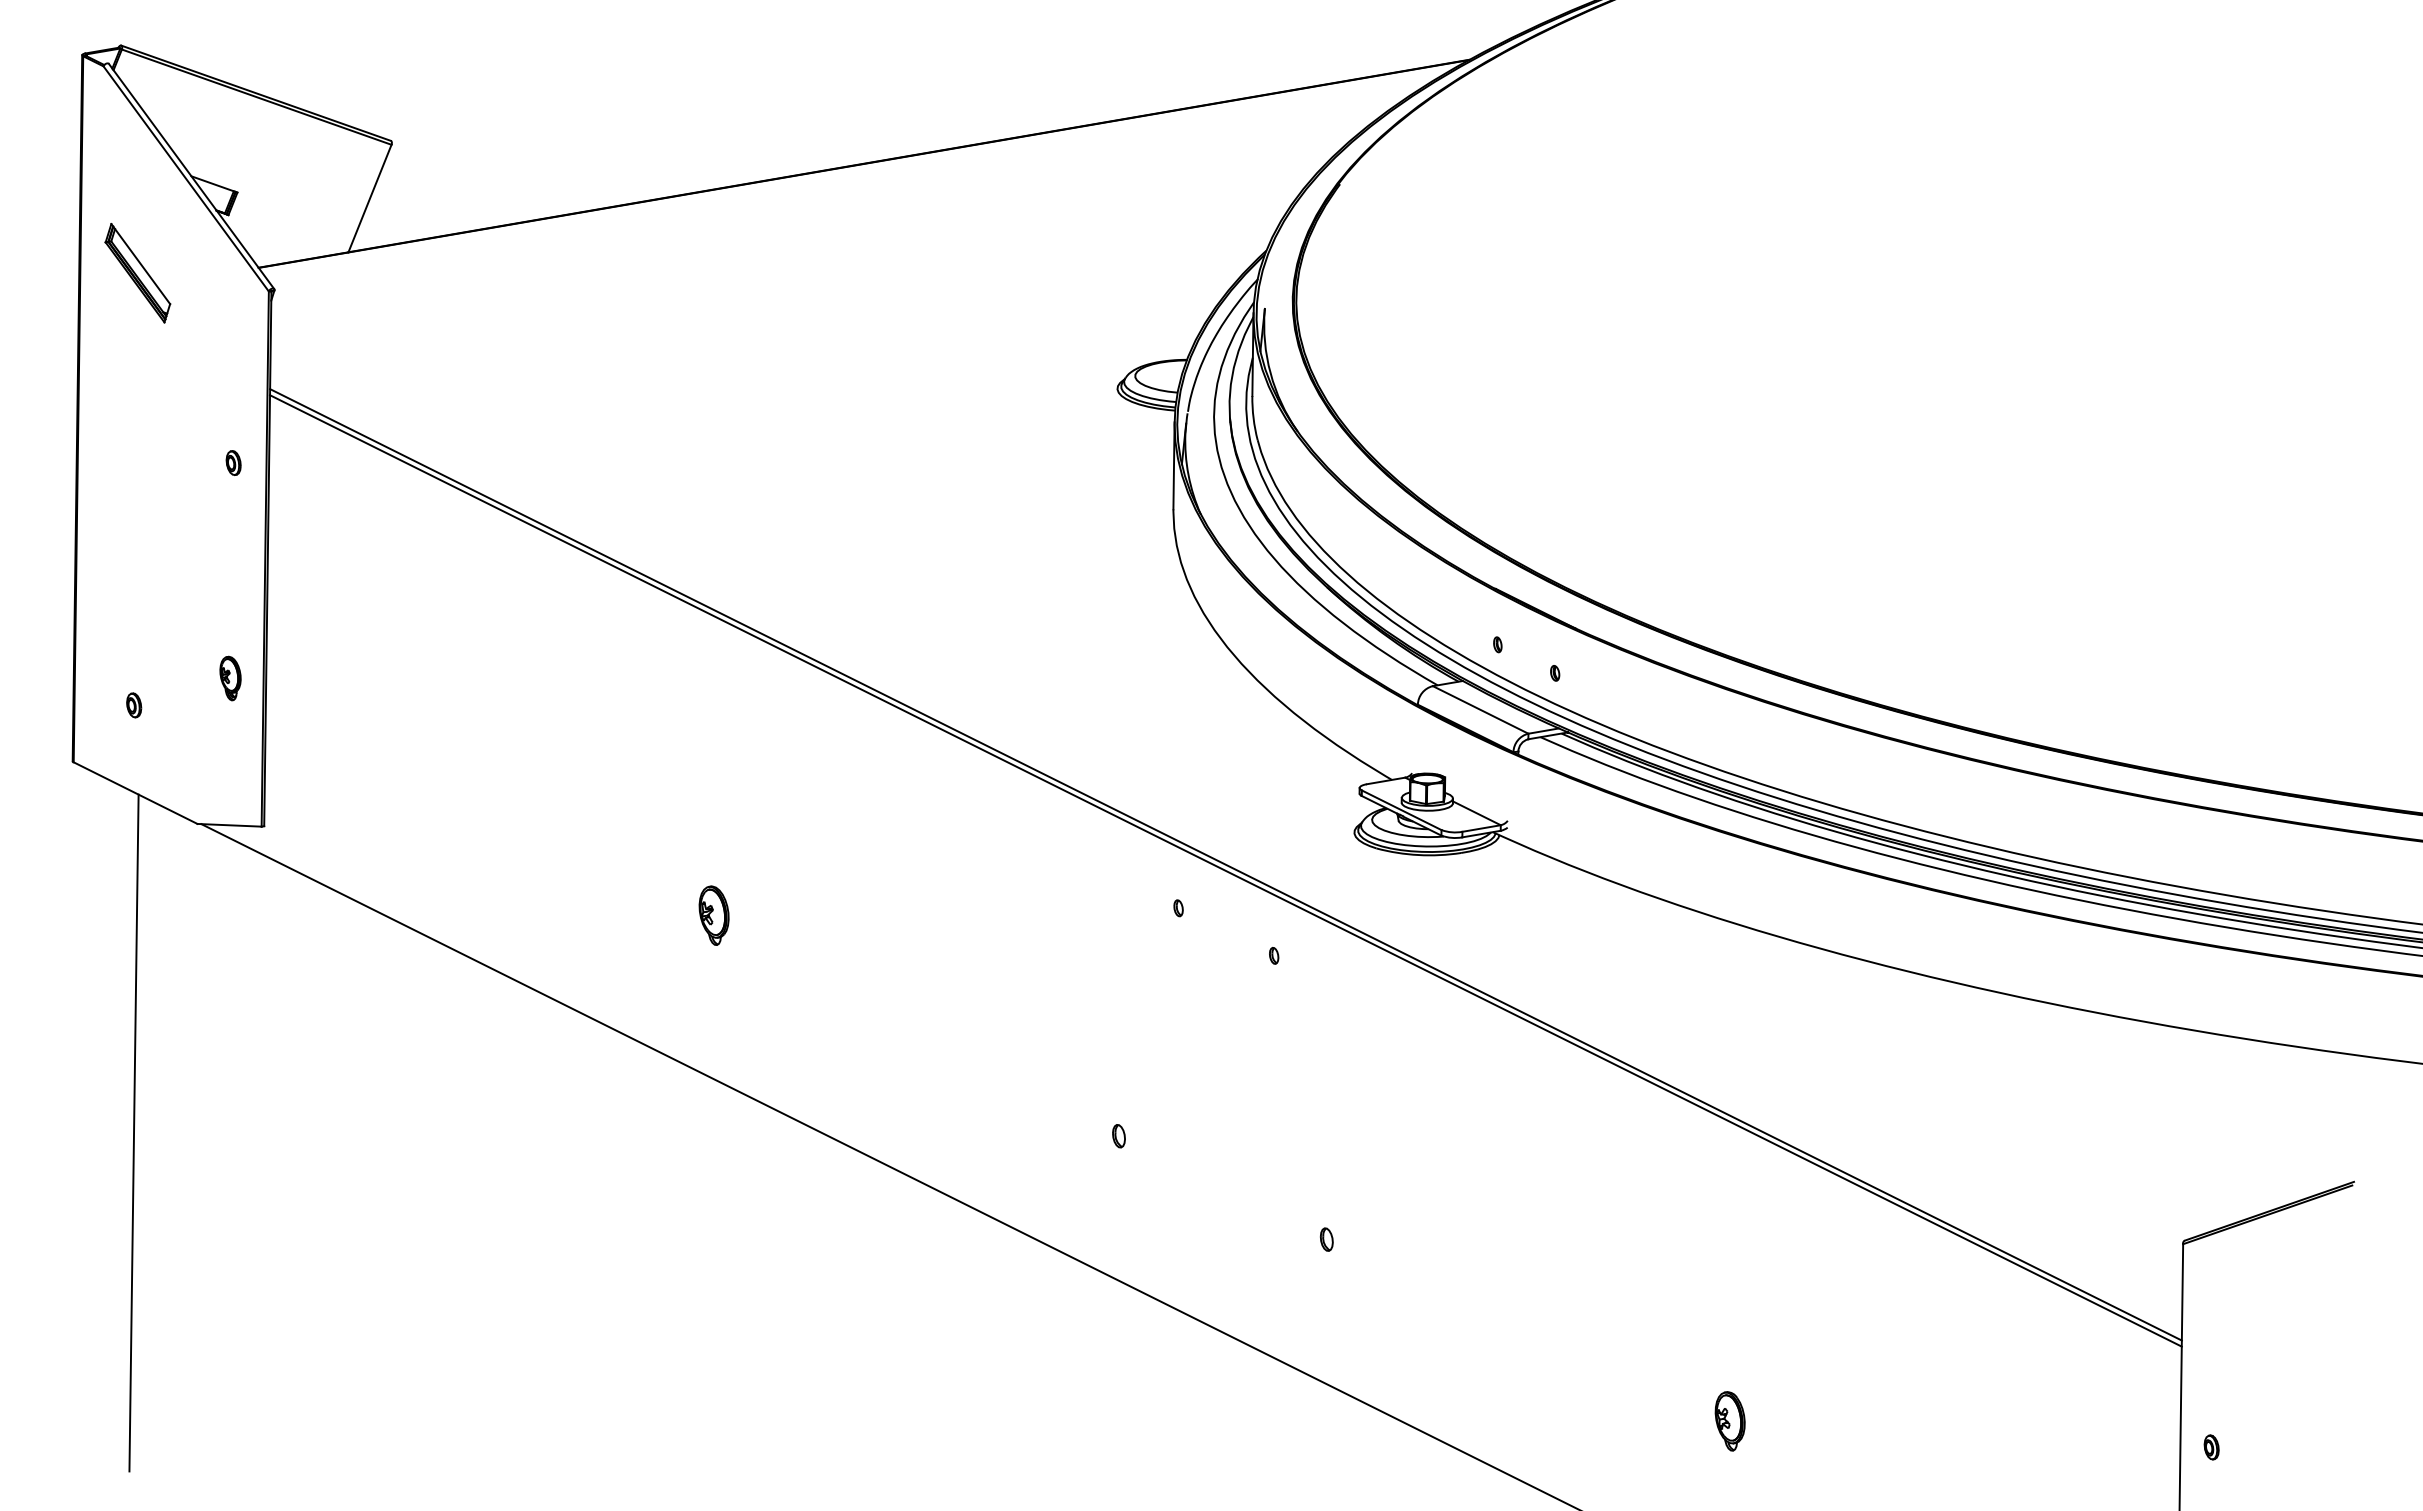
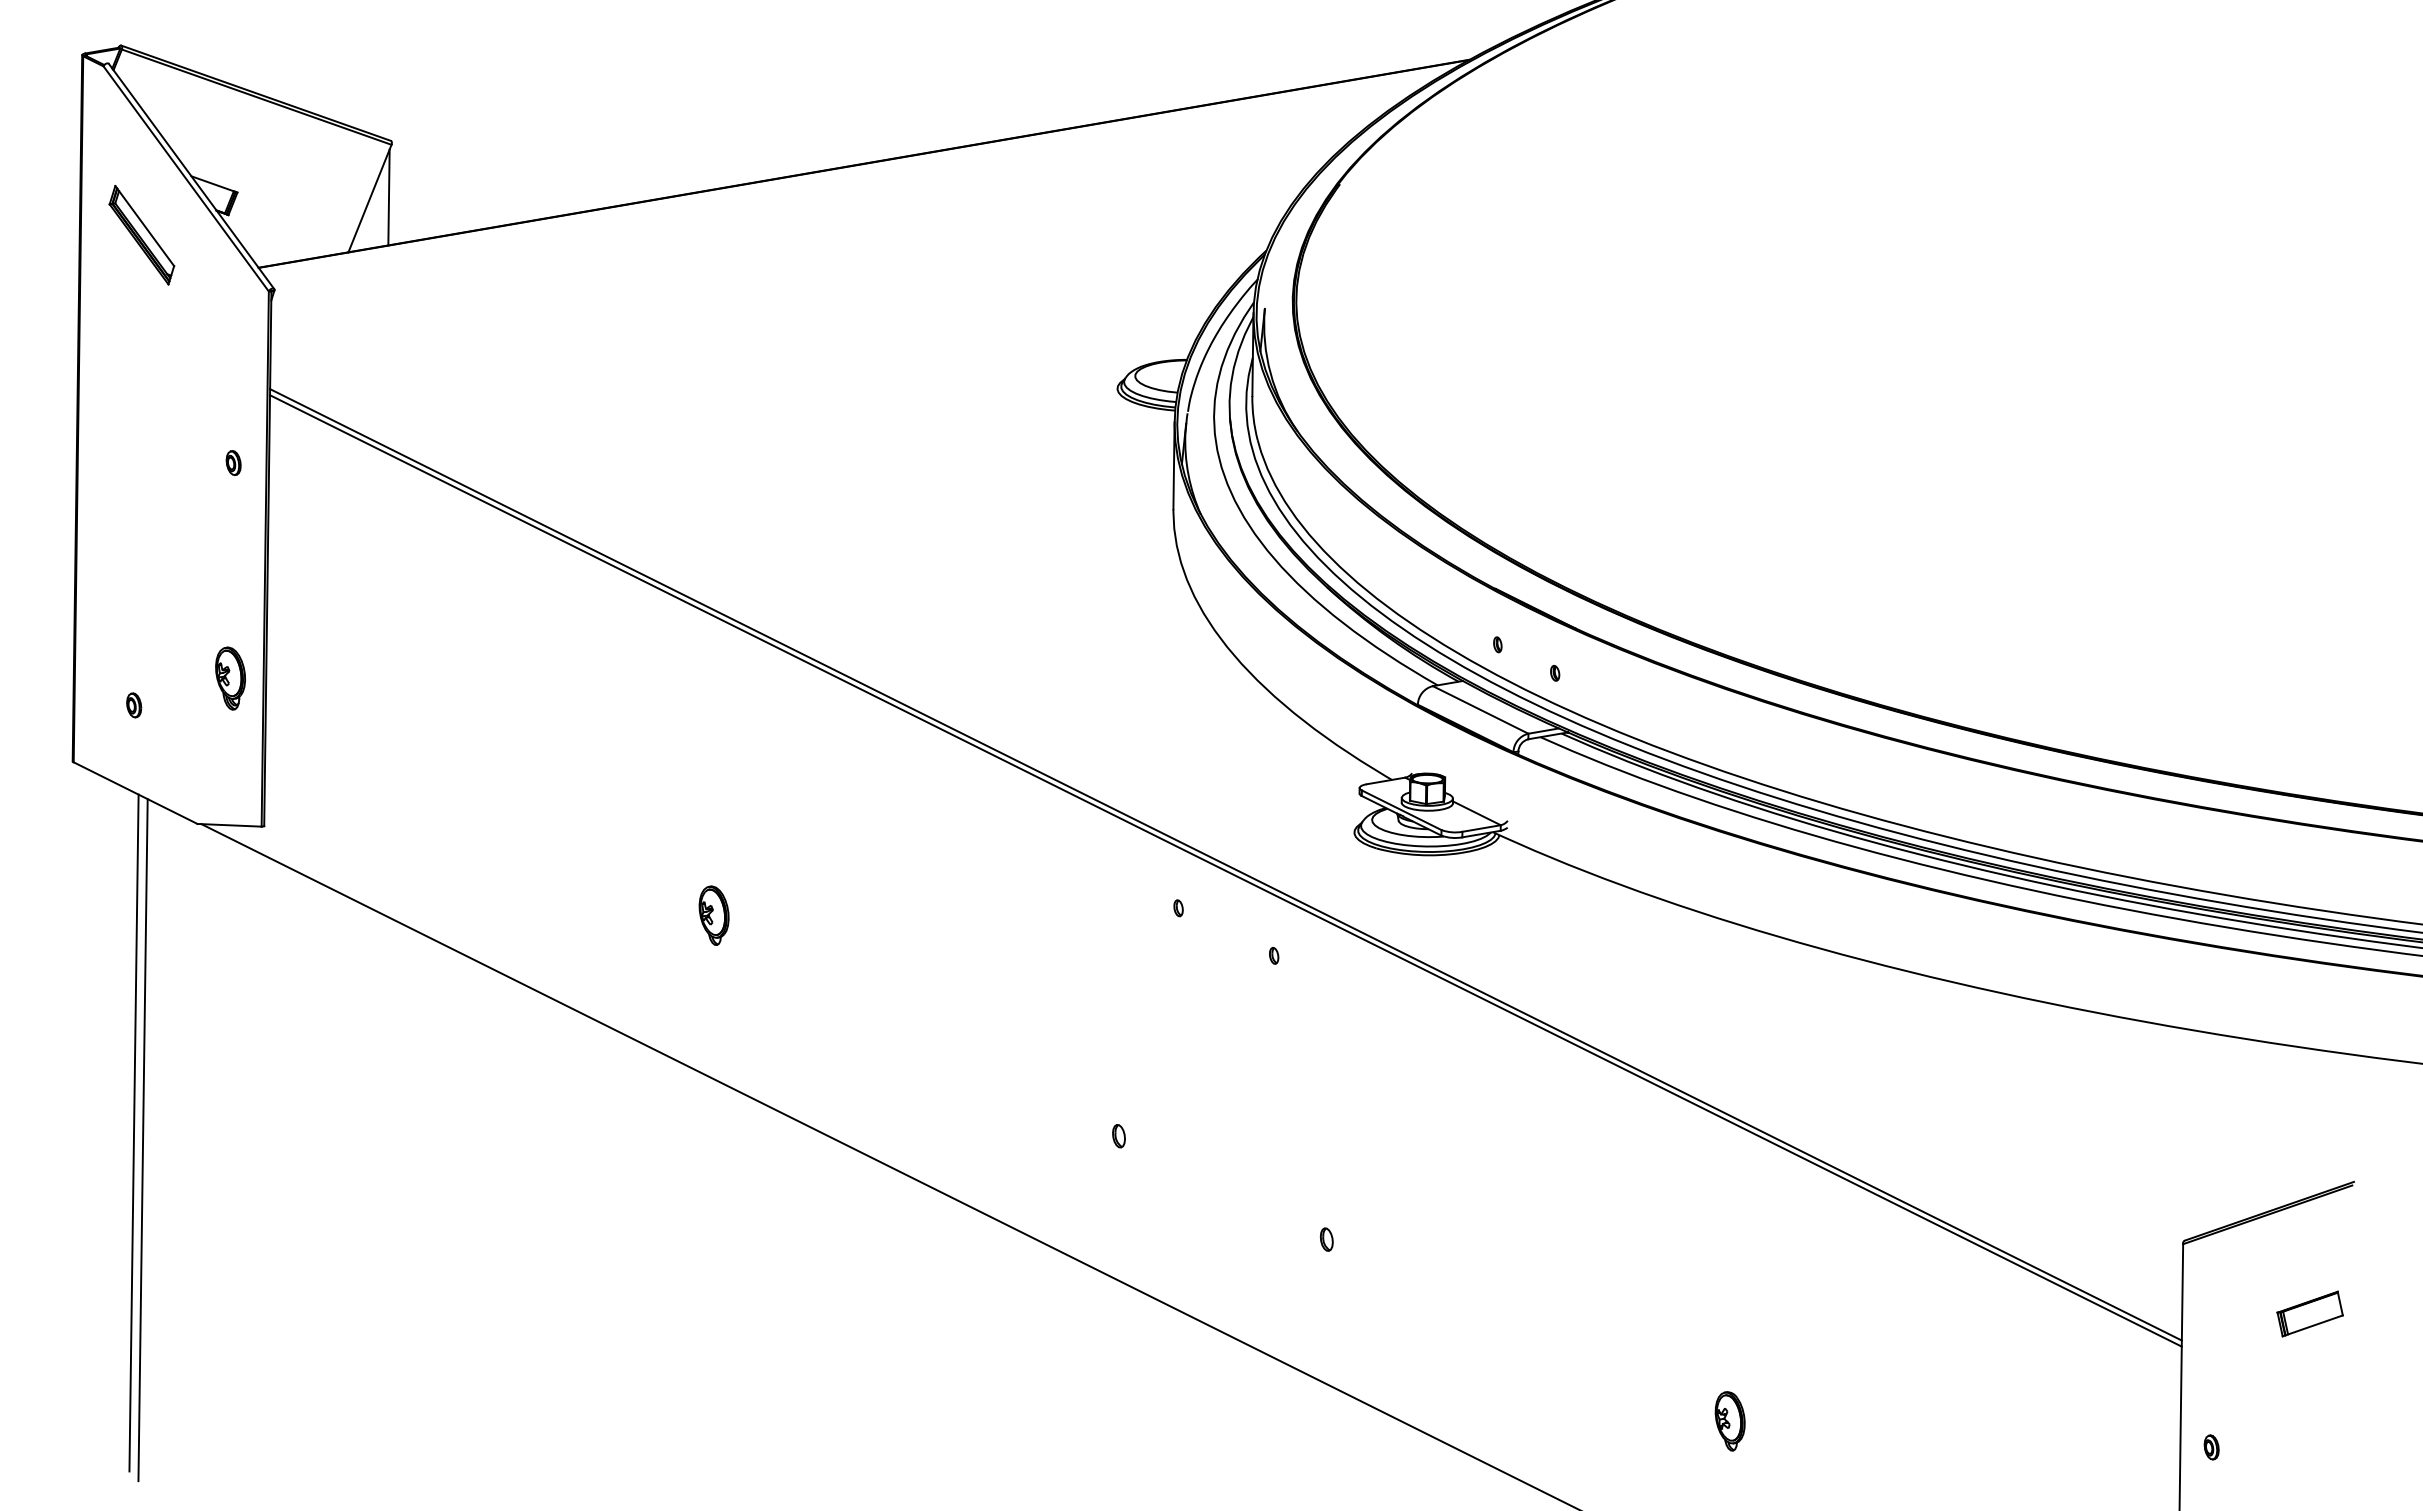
line at (388, 197): none -> present
part at (137, 273) position: (137, 273) -> (141, 235)
part at (230, 678) size: 23x47 px -> 31x65 px
line at (142, 1140): none -> present
part at (2309, 1313): none -> present
